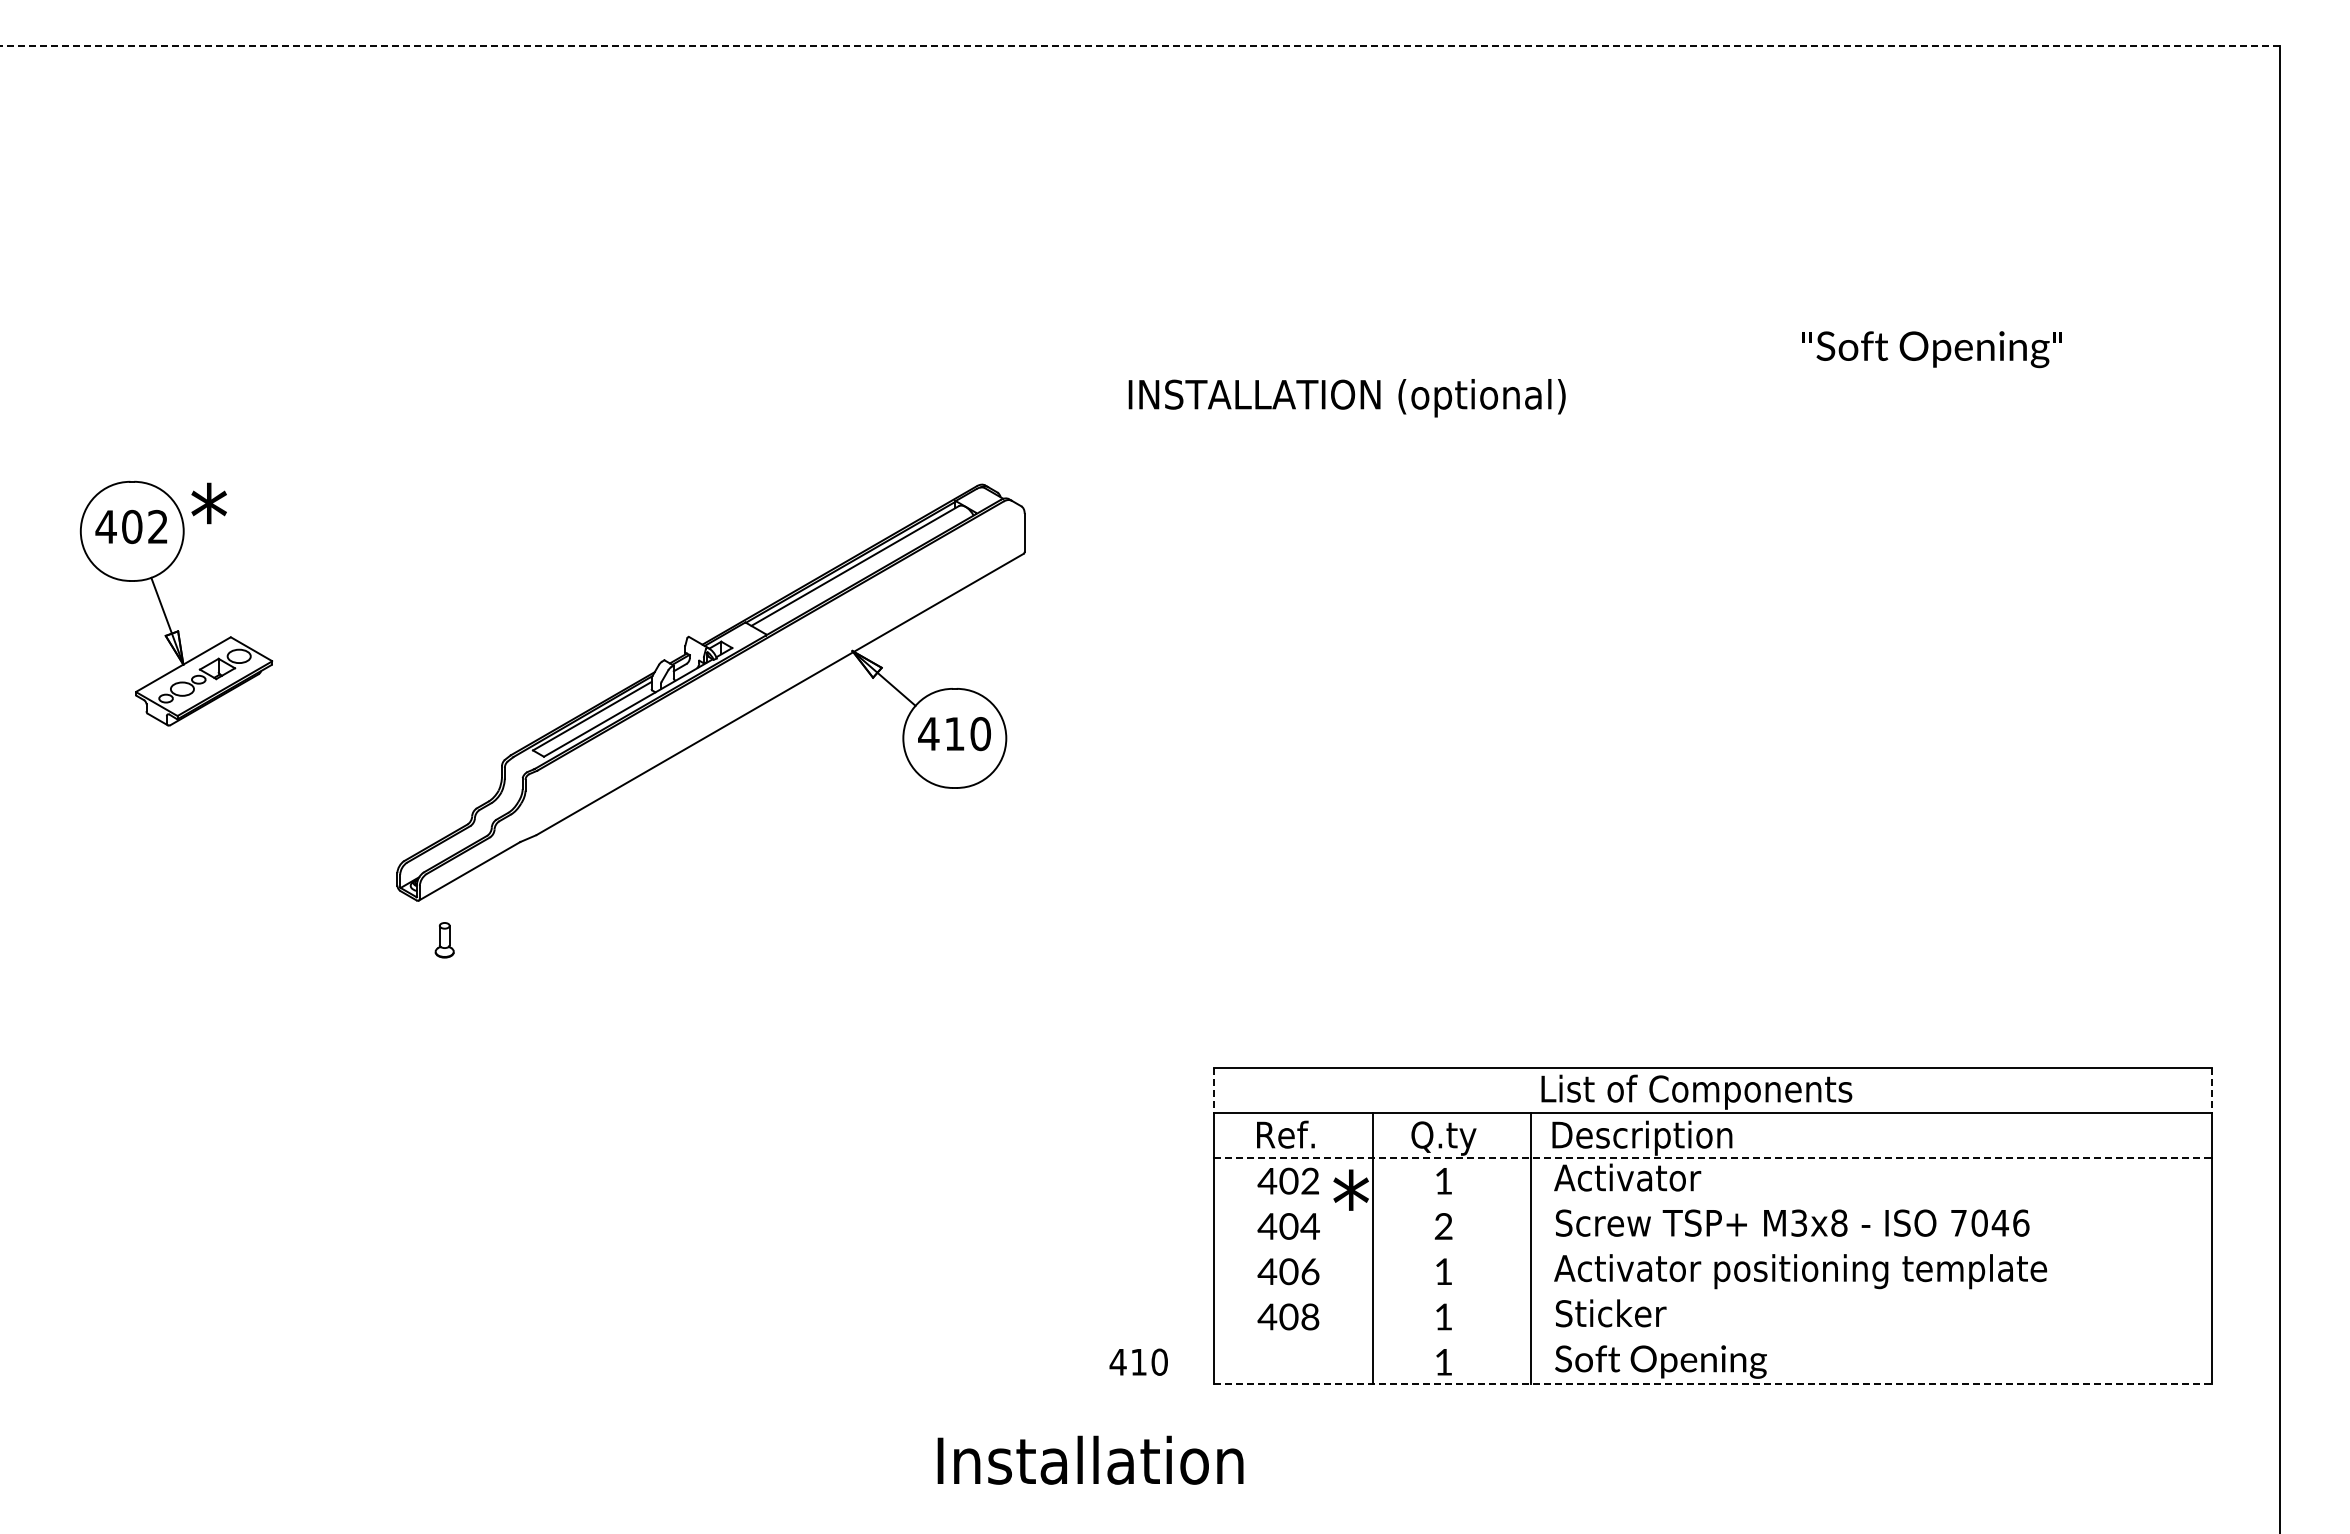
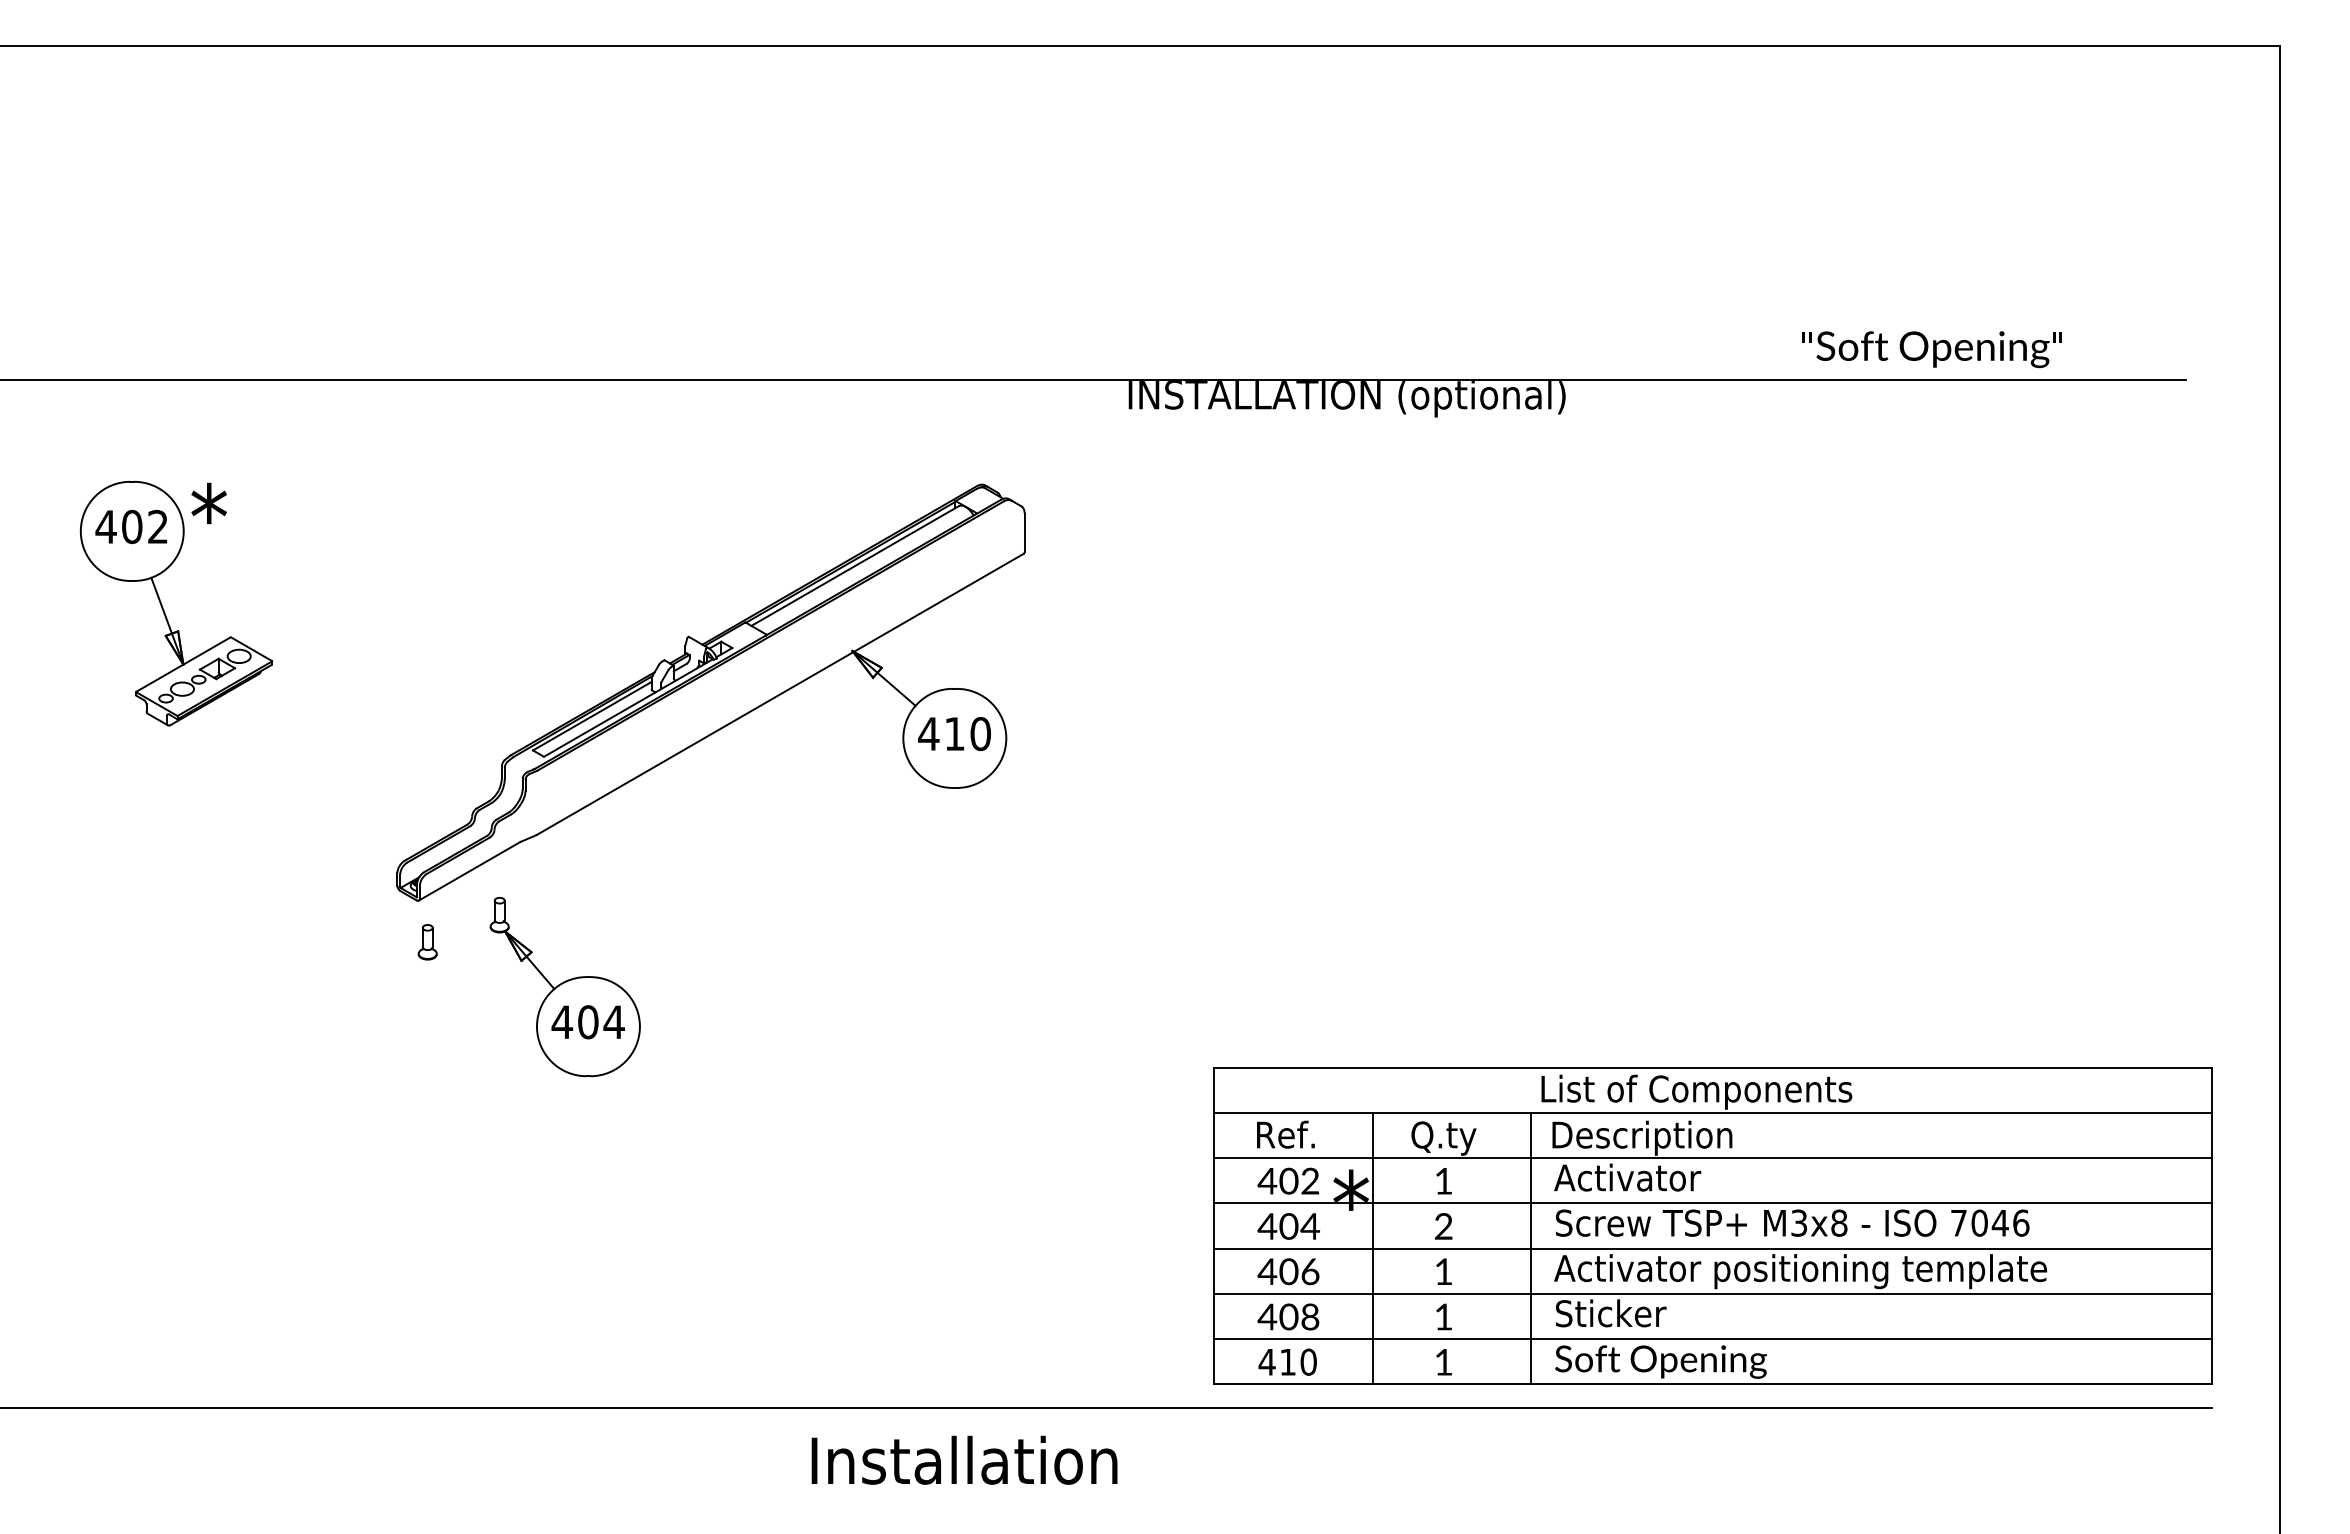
line at (1139, 46): dashed -> solid
line at (1094, 380): none -> present
part at (444, 940) position: (444, 940) -> (427, 942)
part at (564, 987): none -> present
line at (1214, 1090): dashed -> solid
line at (2212, 1090): dashed -> solid
line at (1713, 1158): dashed -> solid
line at (1713, 1203): none -> present
line at (1713, 1248): none -> present
line at (1713, 1293): none -> present
line at (1713, 1339): none -> present
text at (1138, 1361) position: (1138, 1361) -> (1287, 1361)
line at (1713, 1384): dashed -> solid
line at (1107, 1408): none -> present
text at (1090, 1459) position: (1090, 1459) -> (964, 1459)
